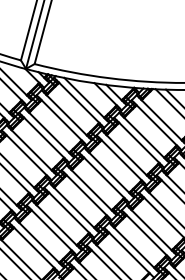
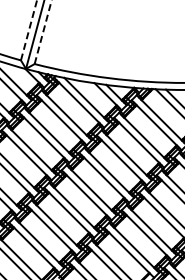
line at (28, 30): solid -> dashed
line at (43, 32): solid -> dashed
